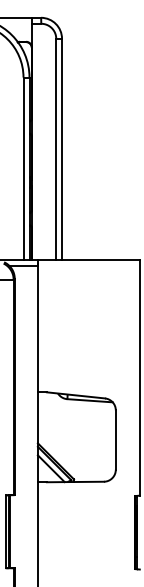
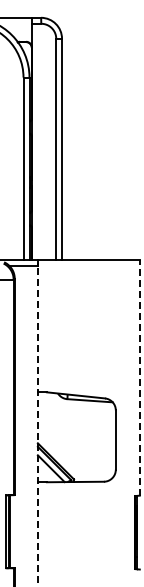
line at (139, 378): solid -> dashed
line at (37, 426): solid -> dashed
